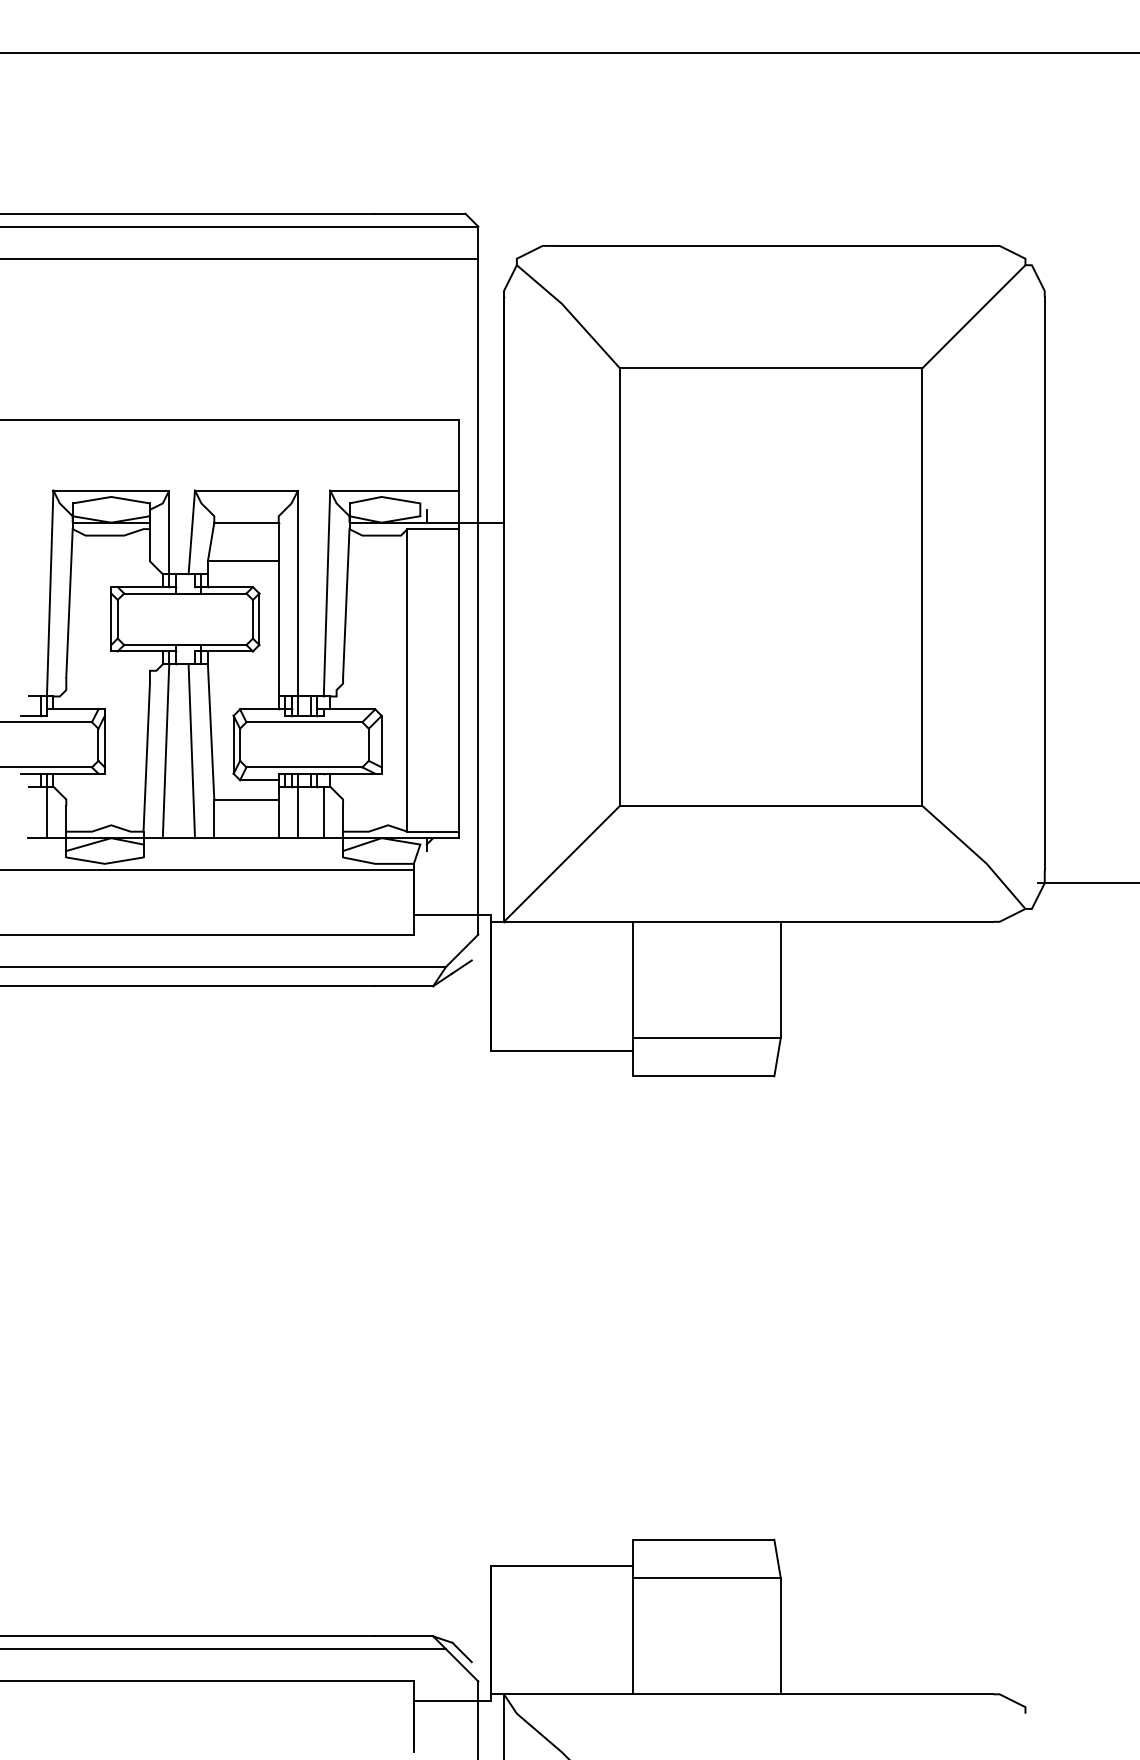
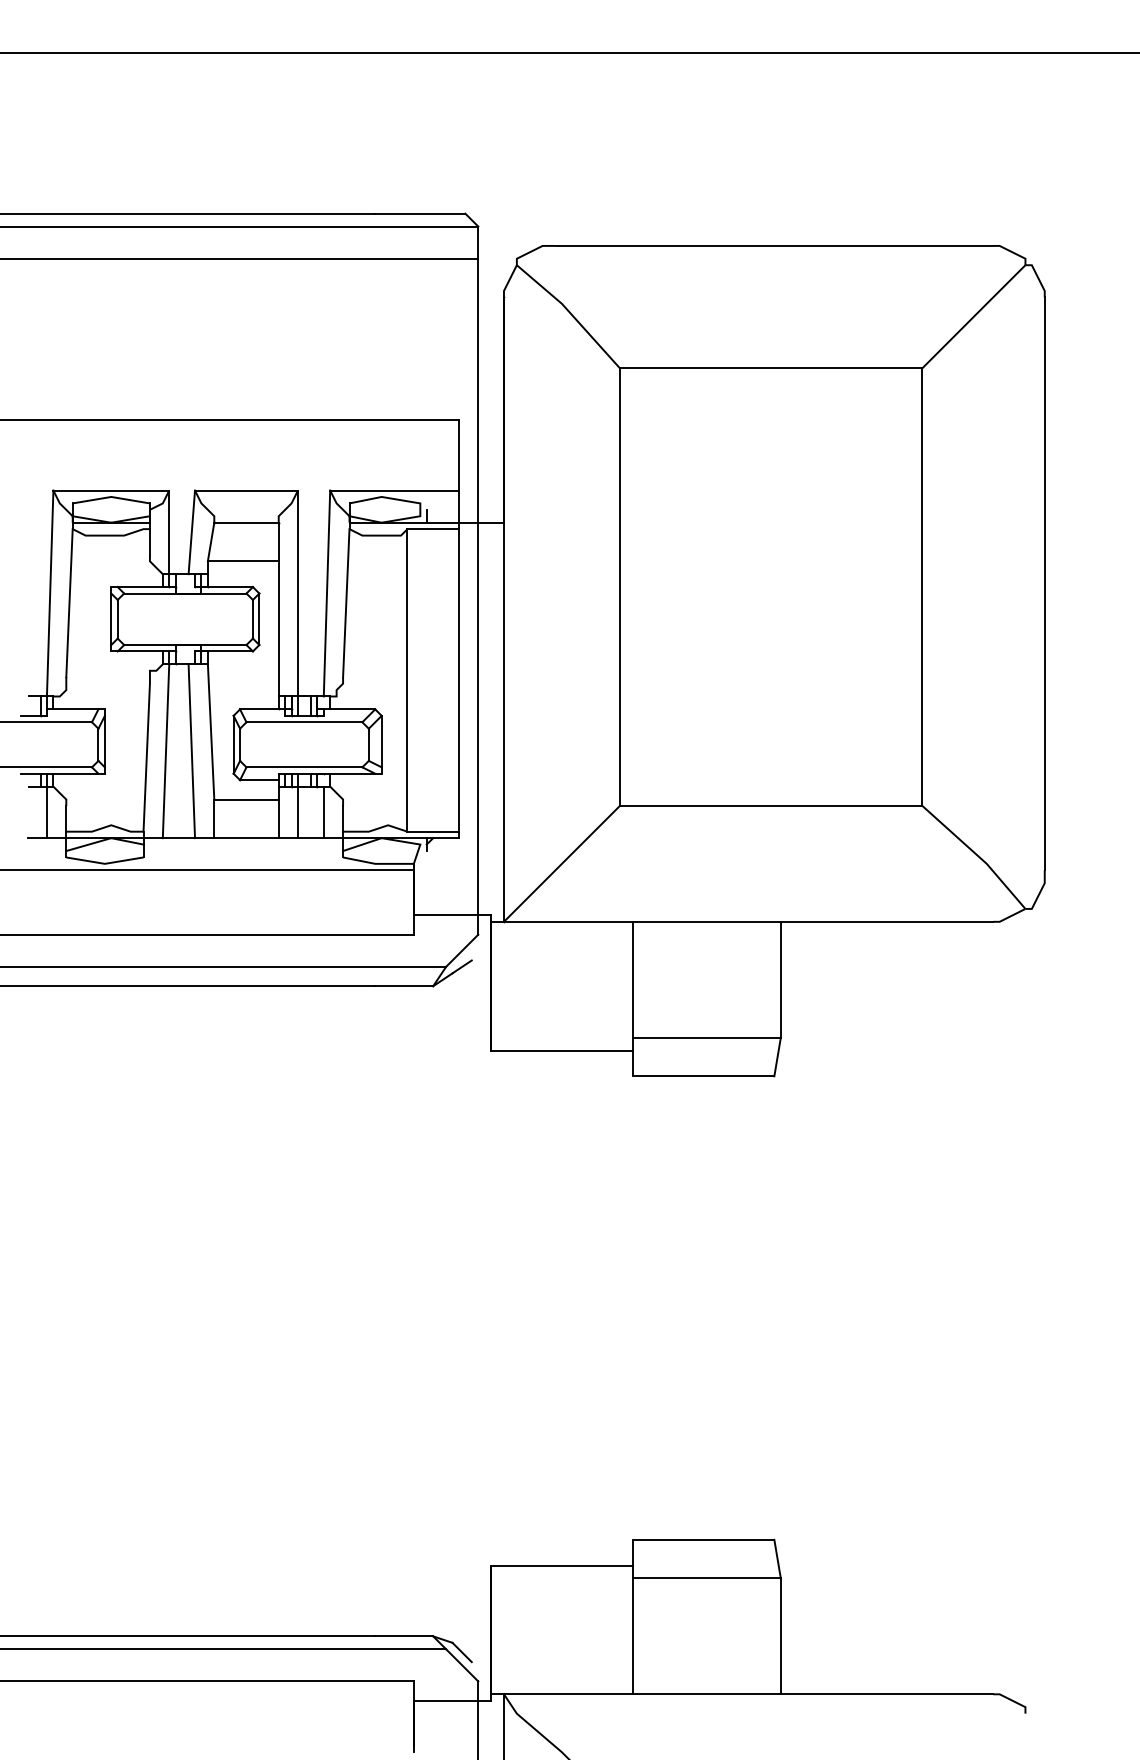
line at (1087, 883): present -> none
